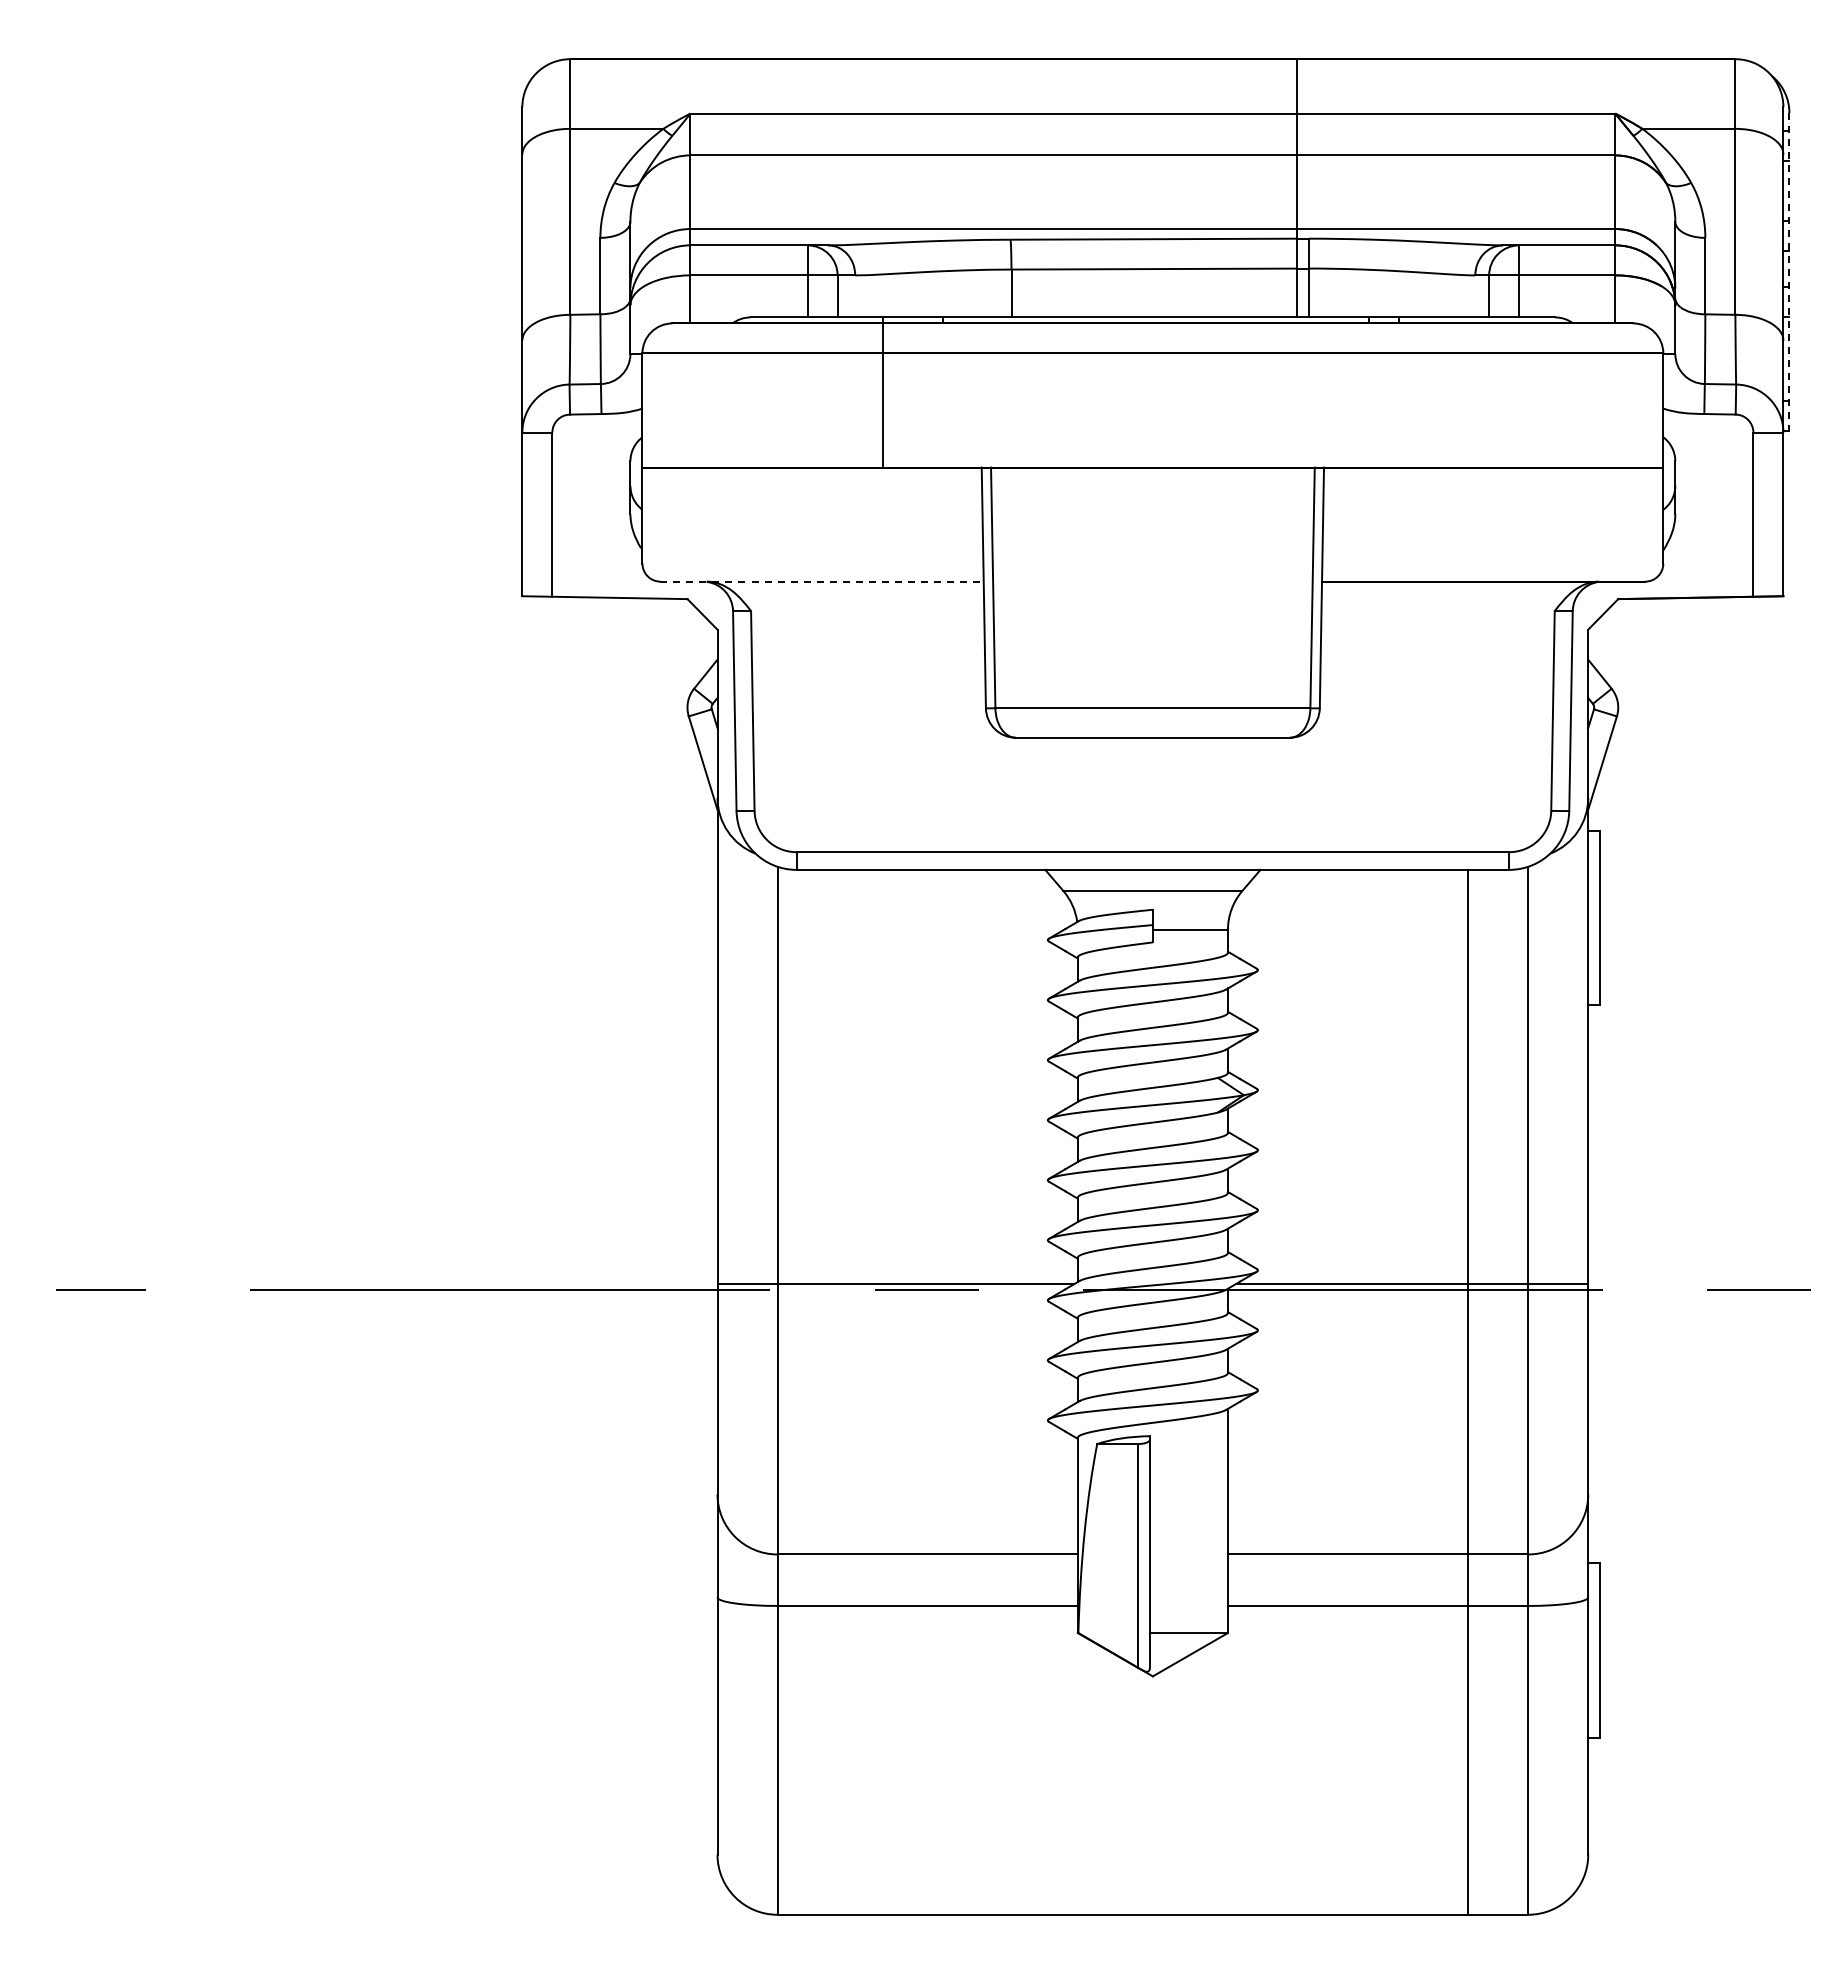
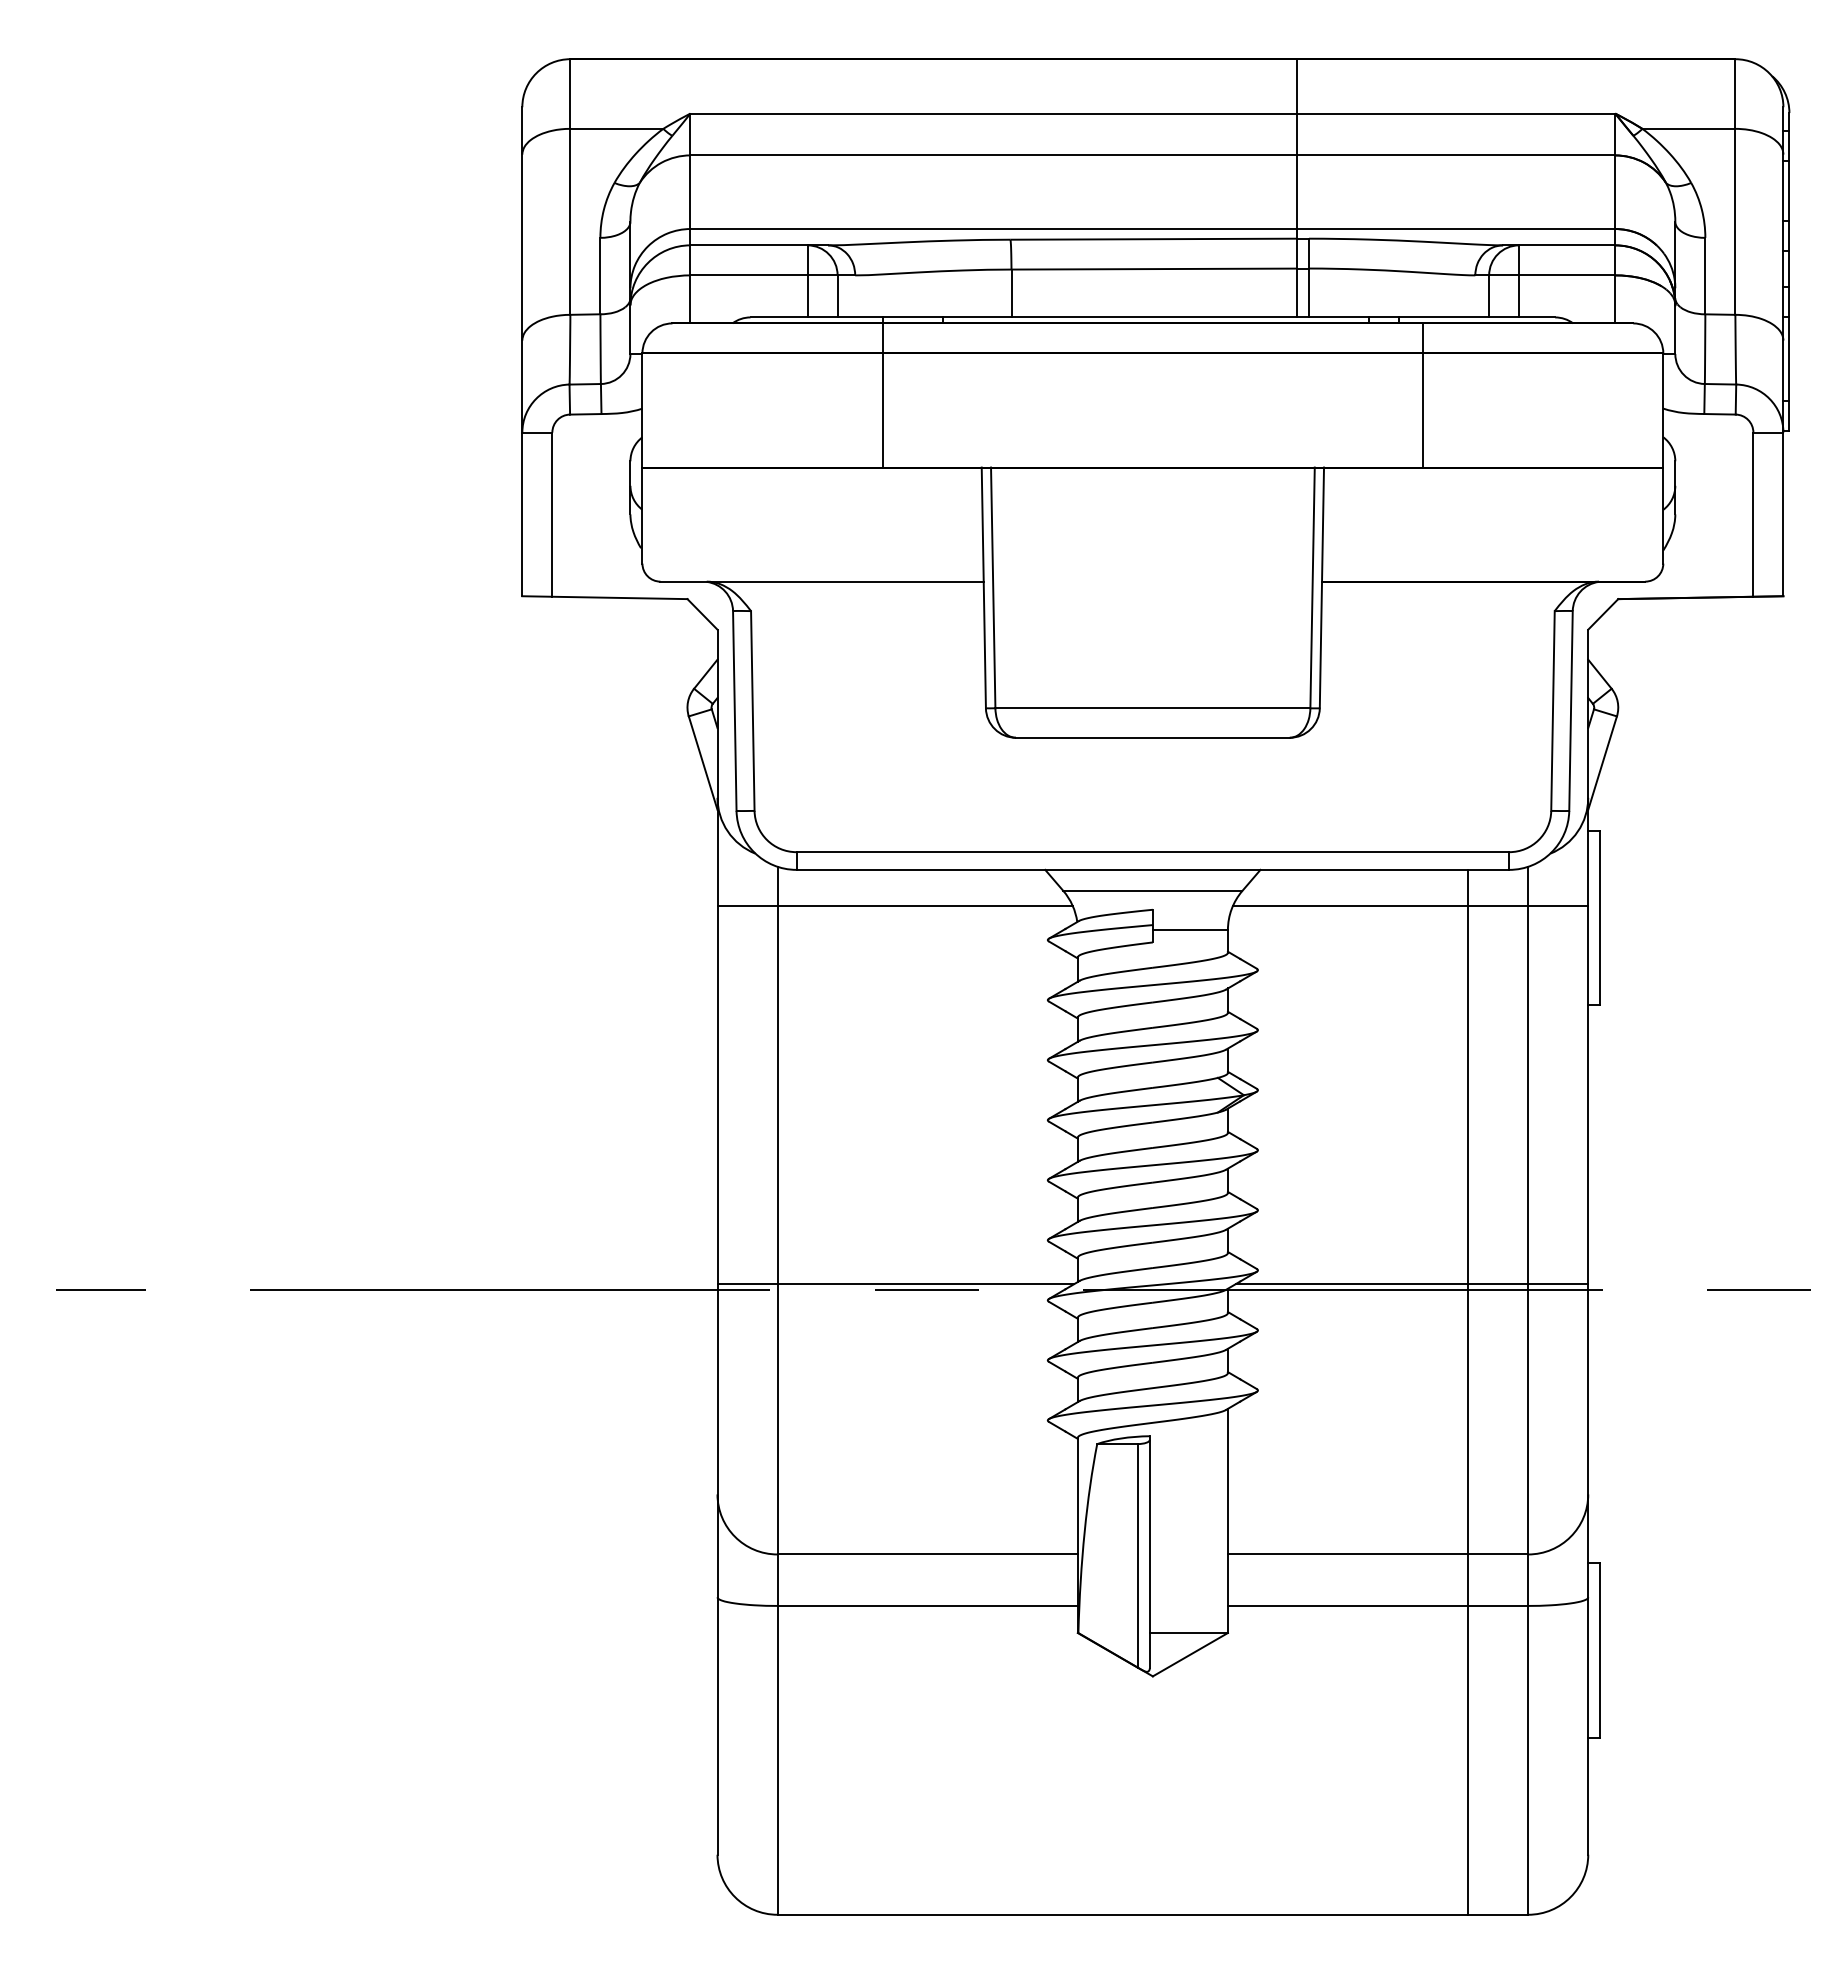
line at (1789, 272): dashed -> solid
line at (1423, 395): none -> present
line at (822, 581): dashed -> solid
line at (894, 905): none -> present
line at (1410, 905): none -> present
